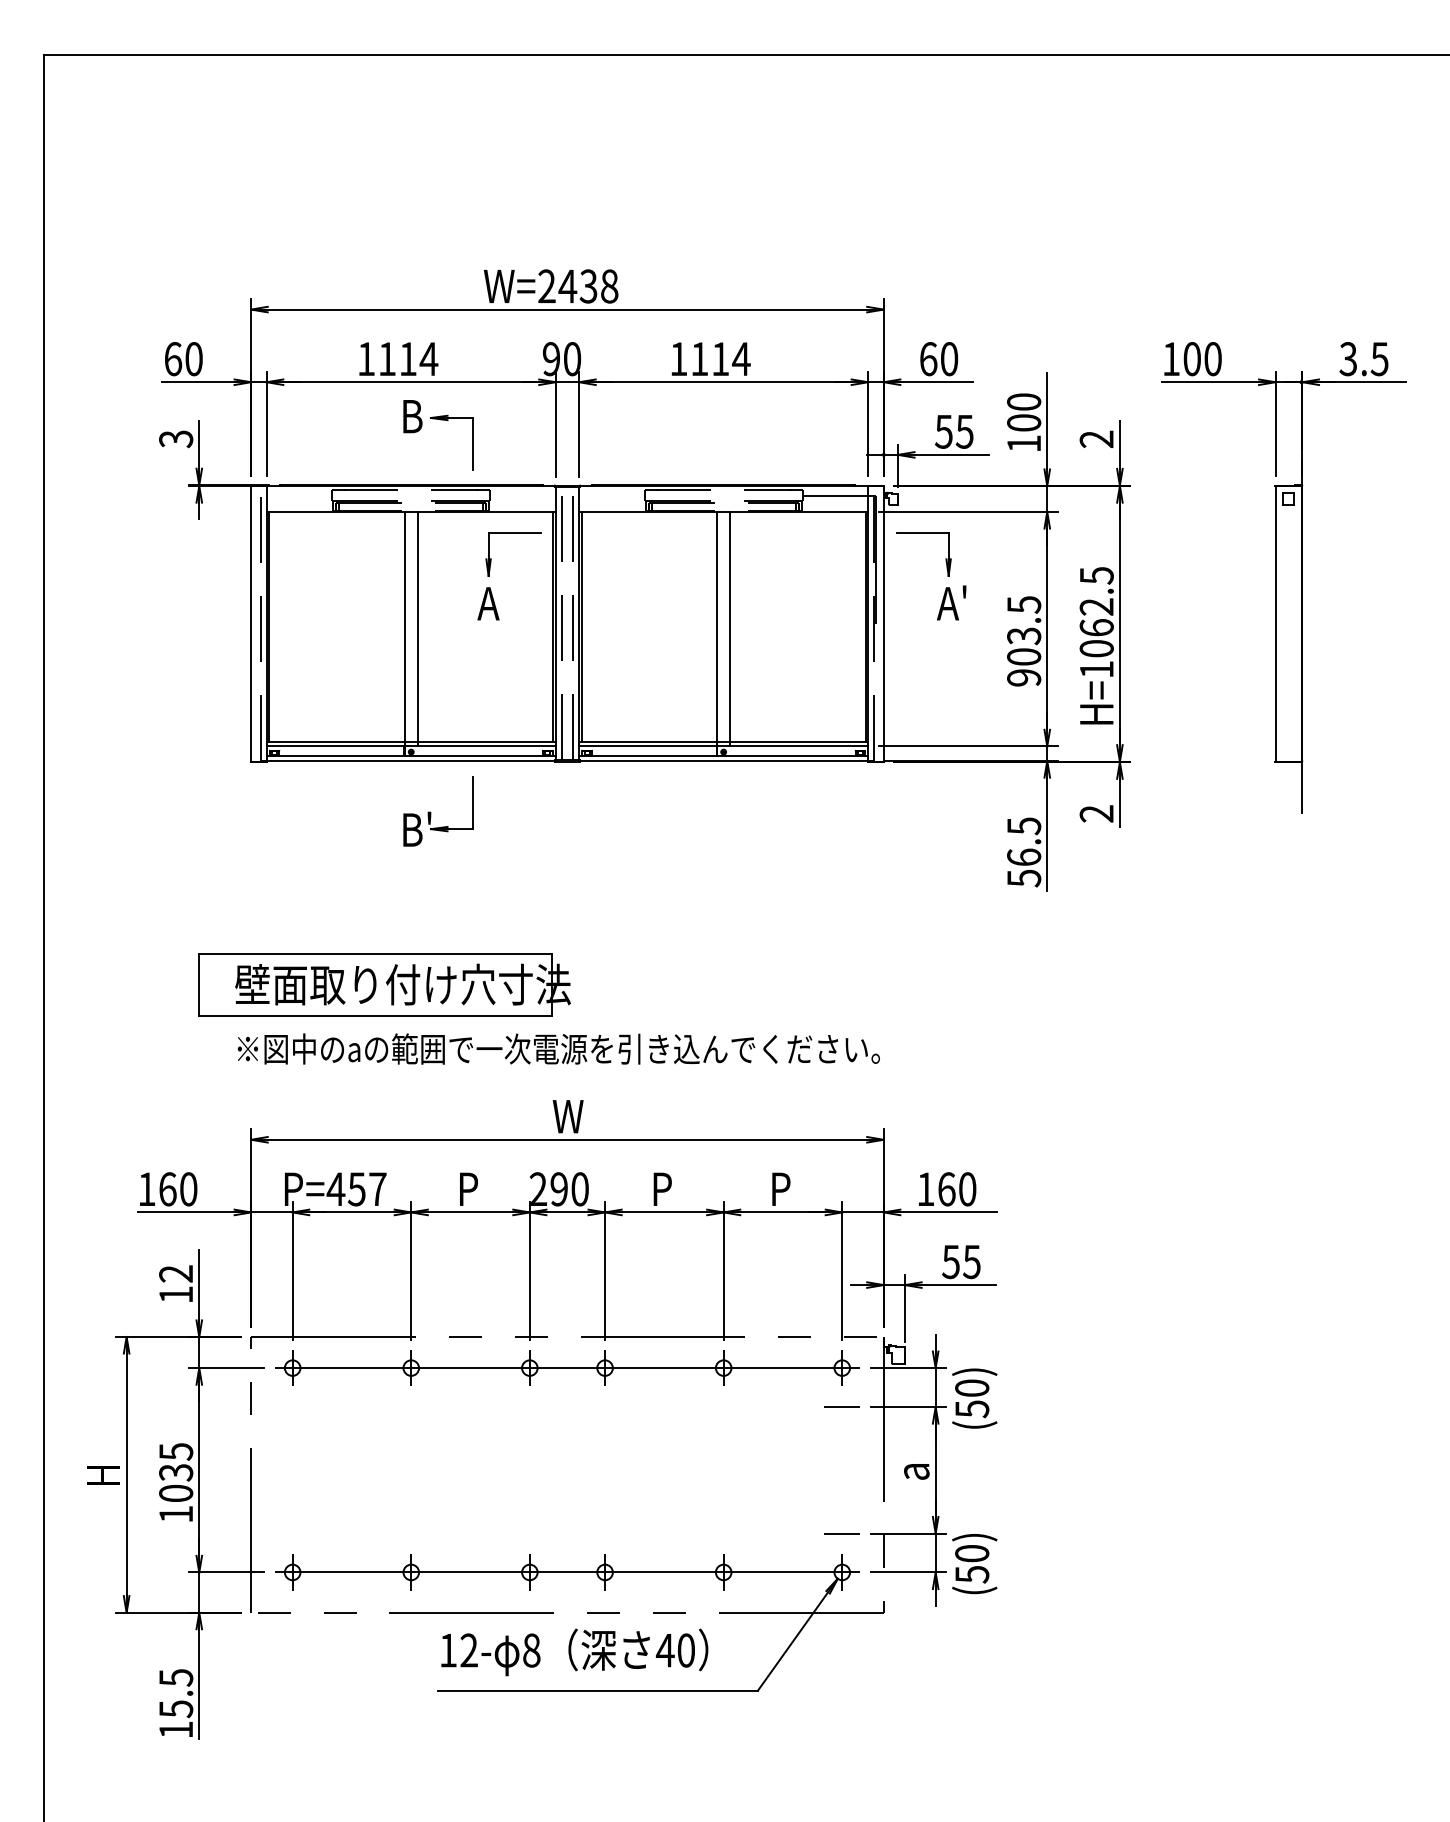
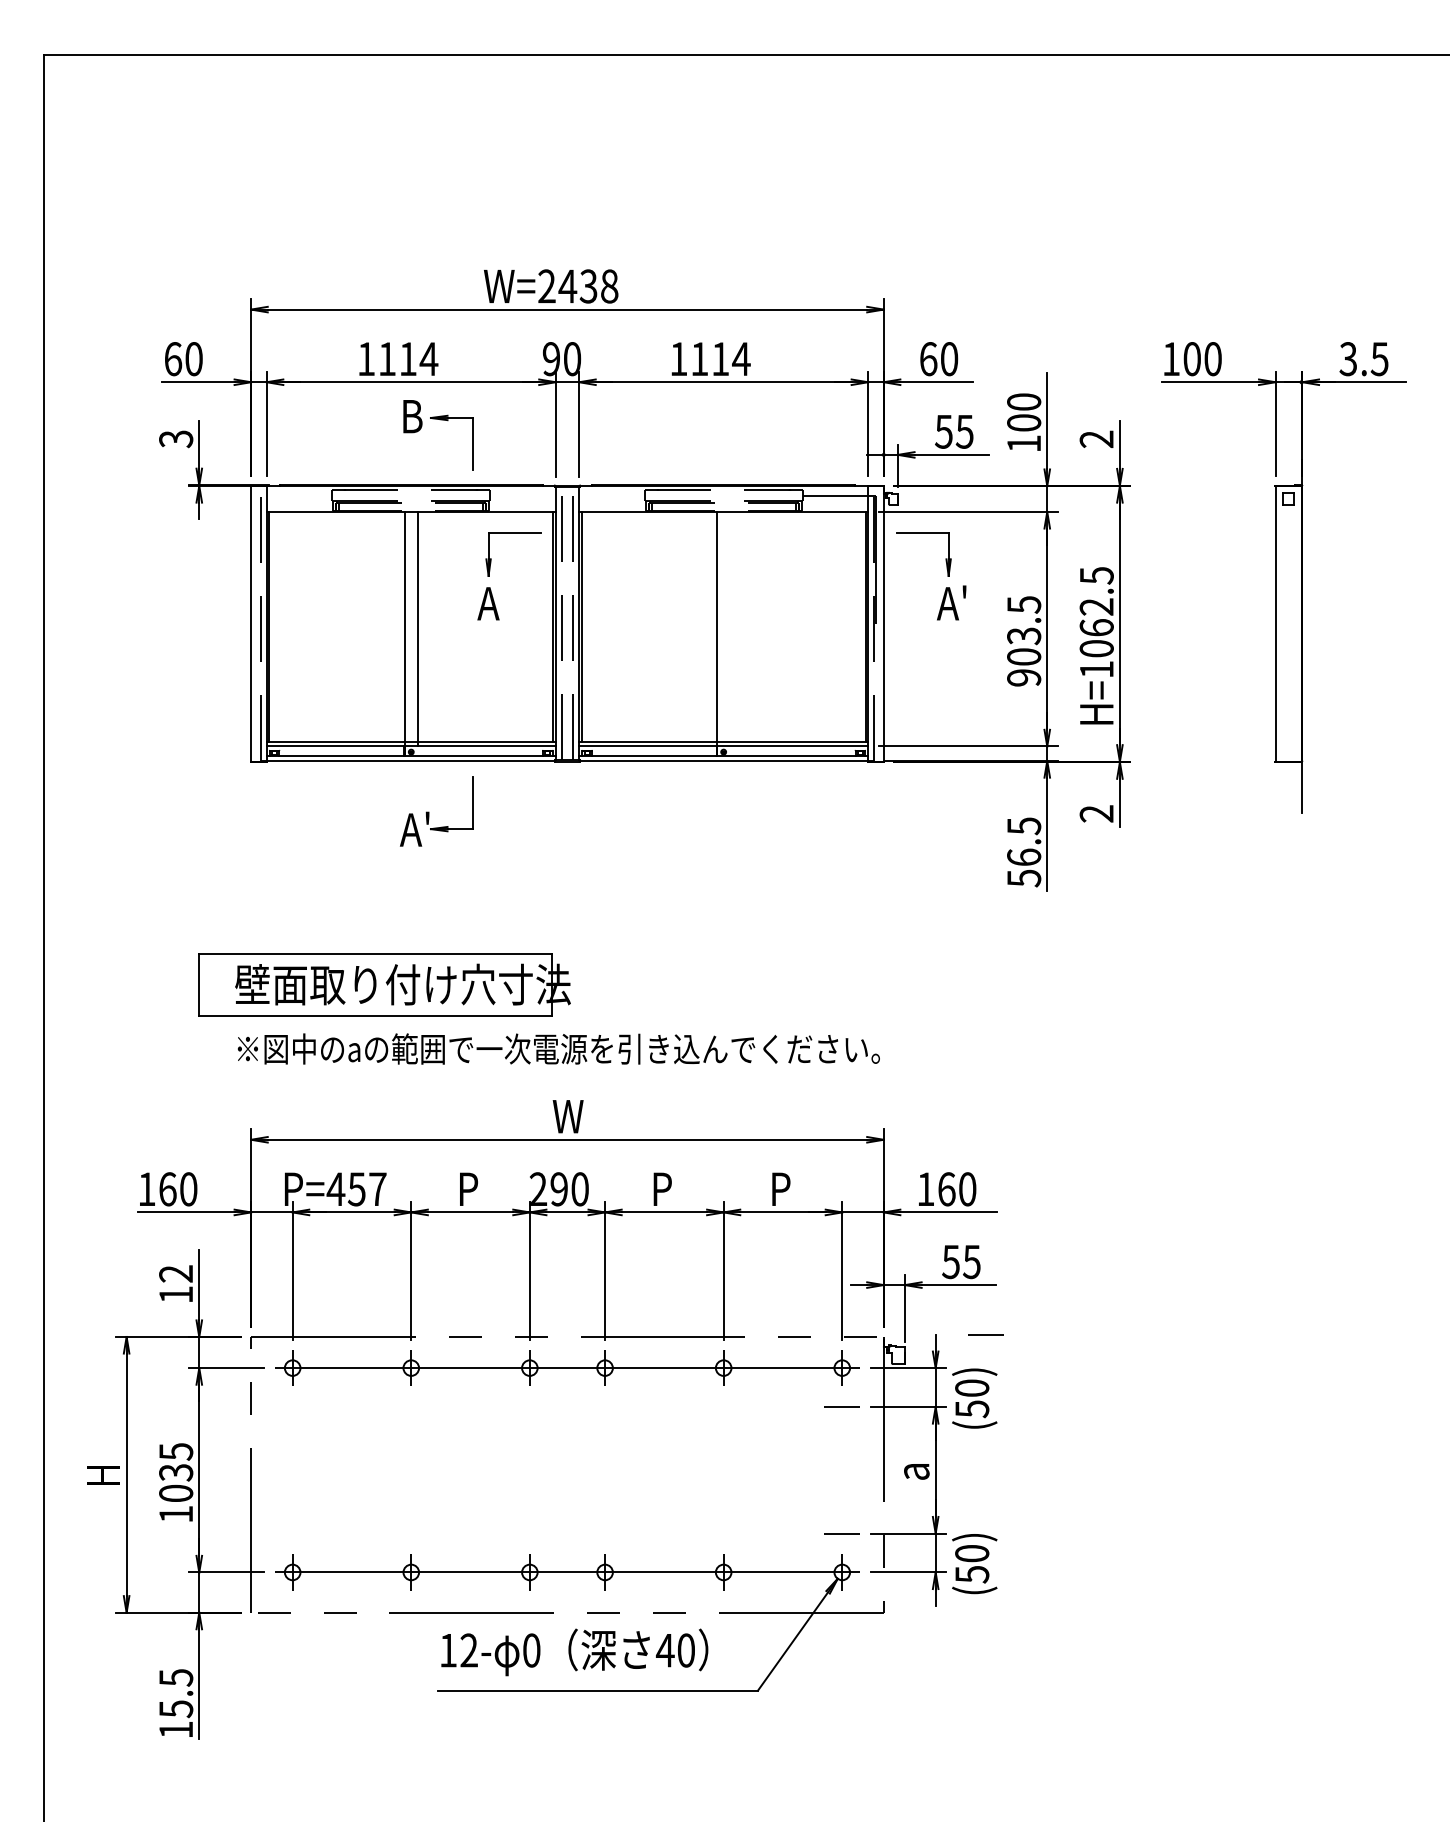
line at (730, 628): present -> none
text at (415, 828): B' -> A'
line at (985, 1334): none -> present
text at (531, 1650): 8 -> 0
